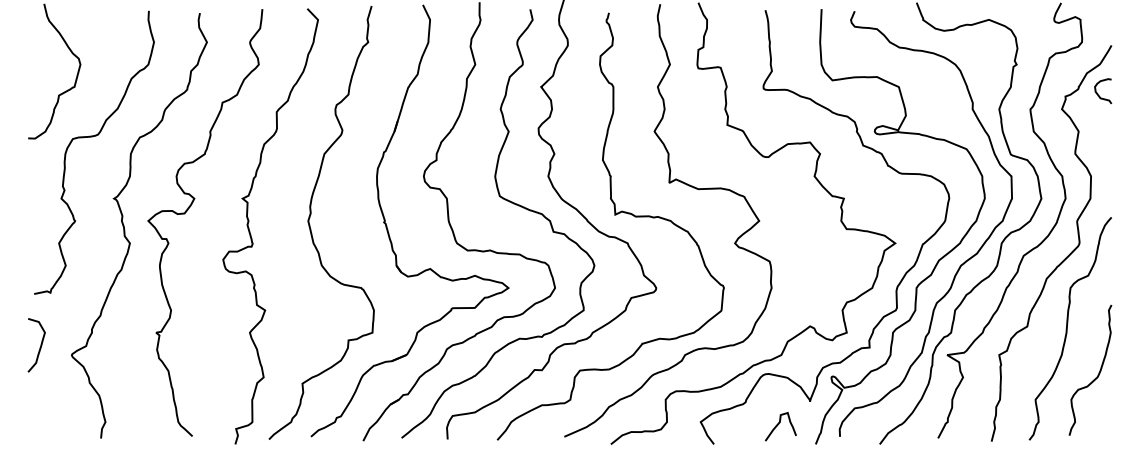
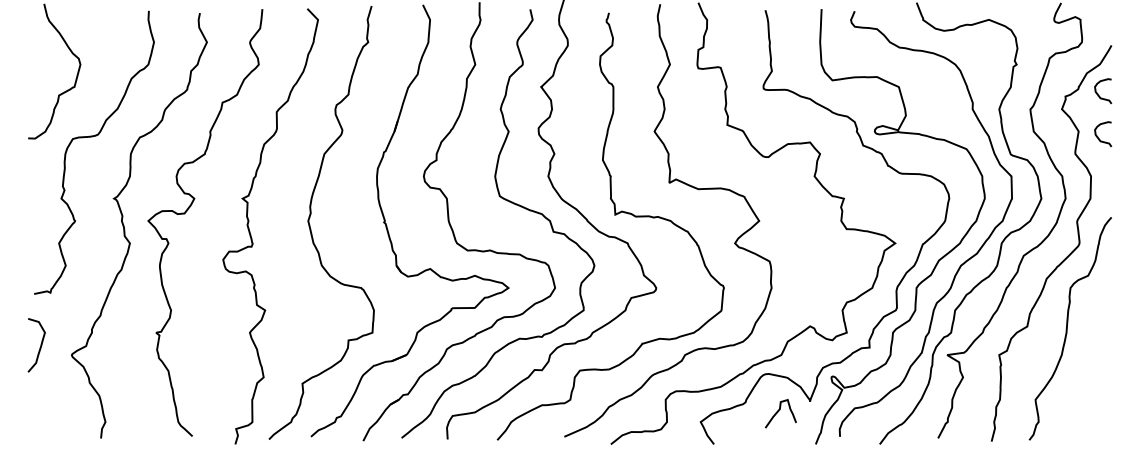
curve at (1098, 136): none -> present
curve at (1098, 372): present -> none
curve at (779, 424) position: (779, 424) -> (779, 411)
